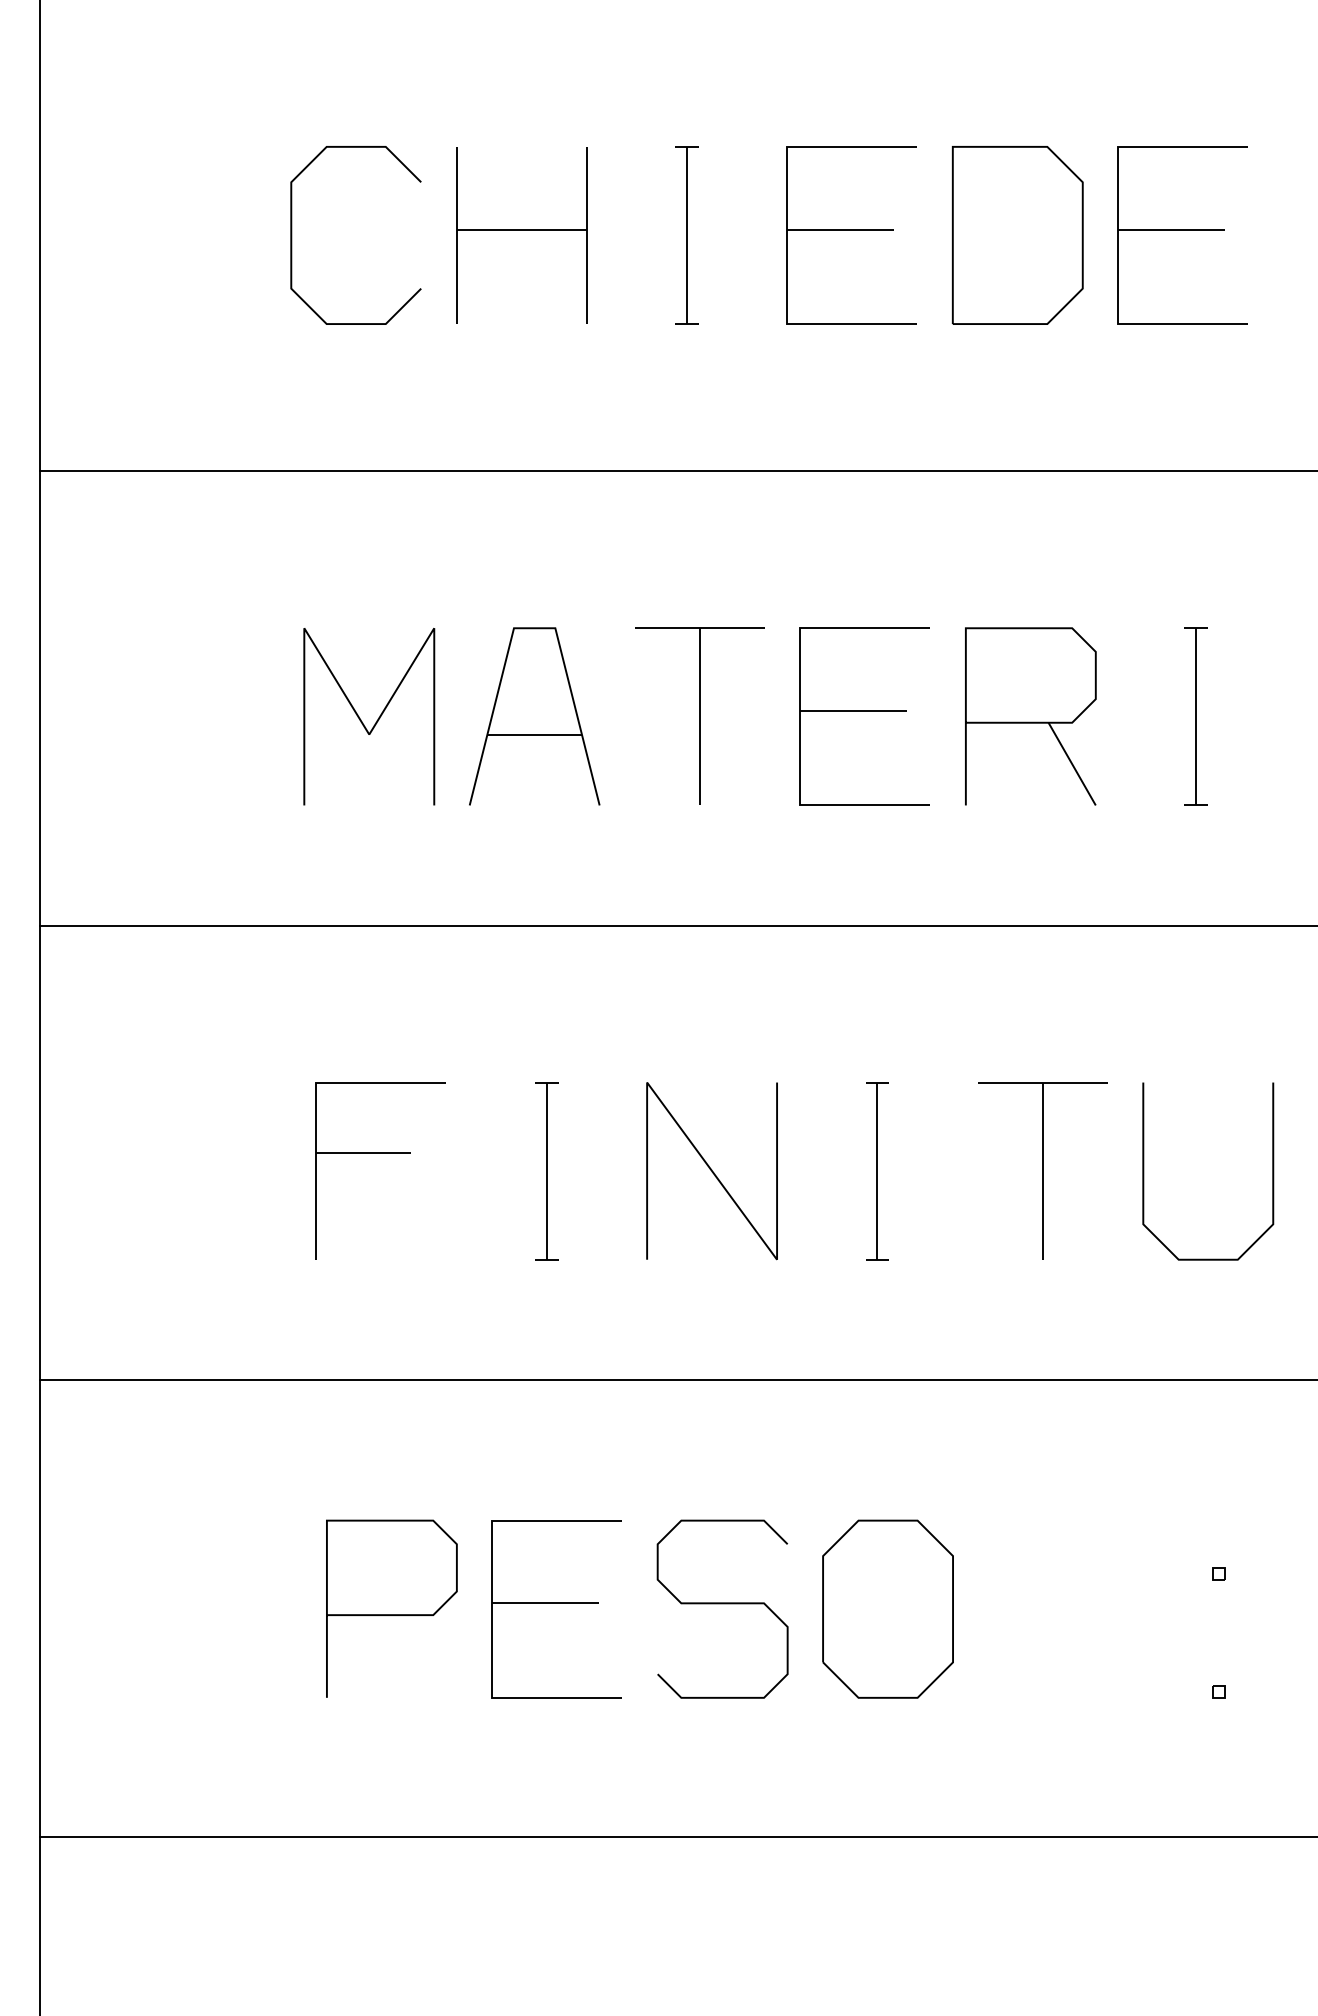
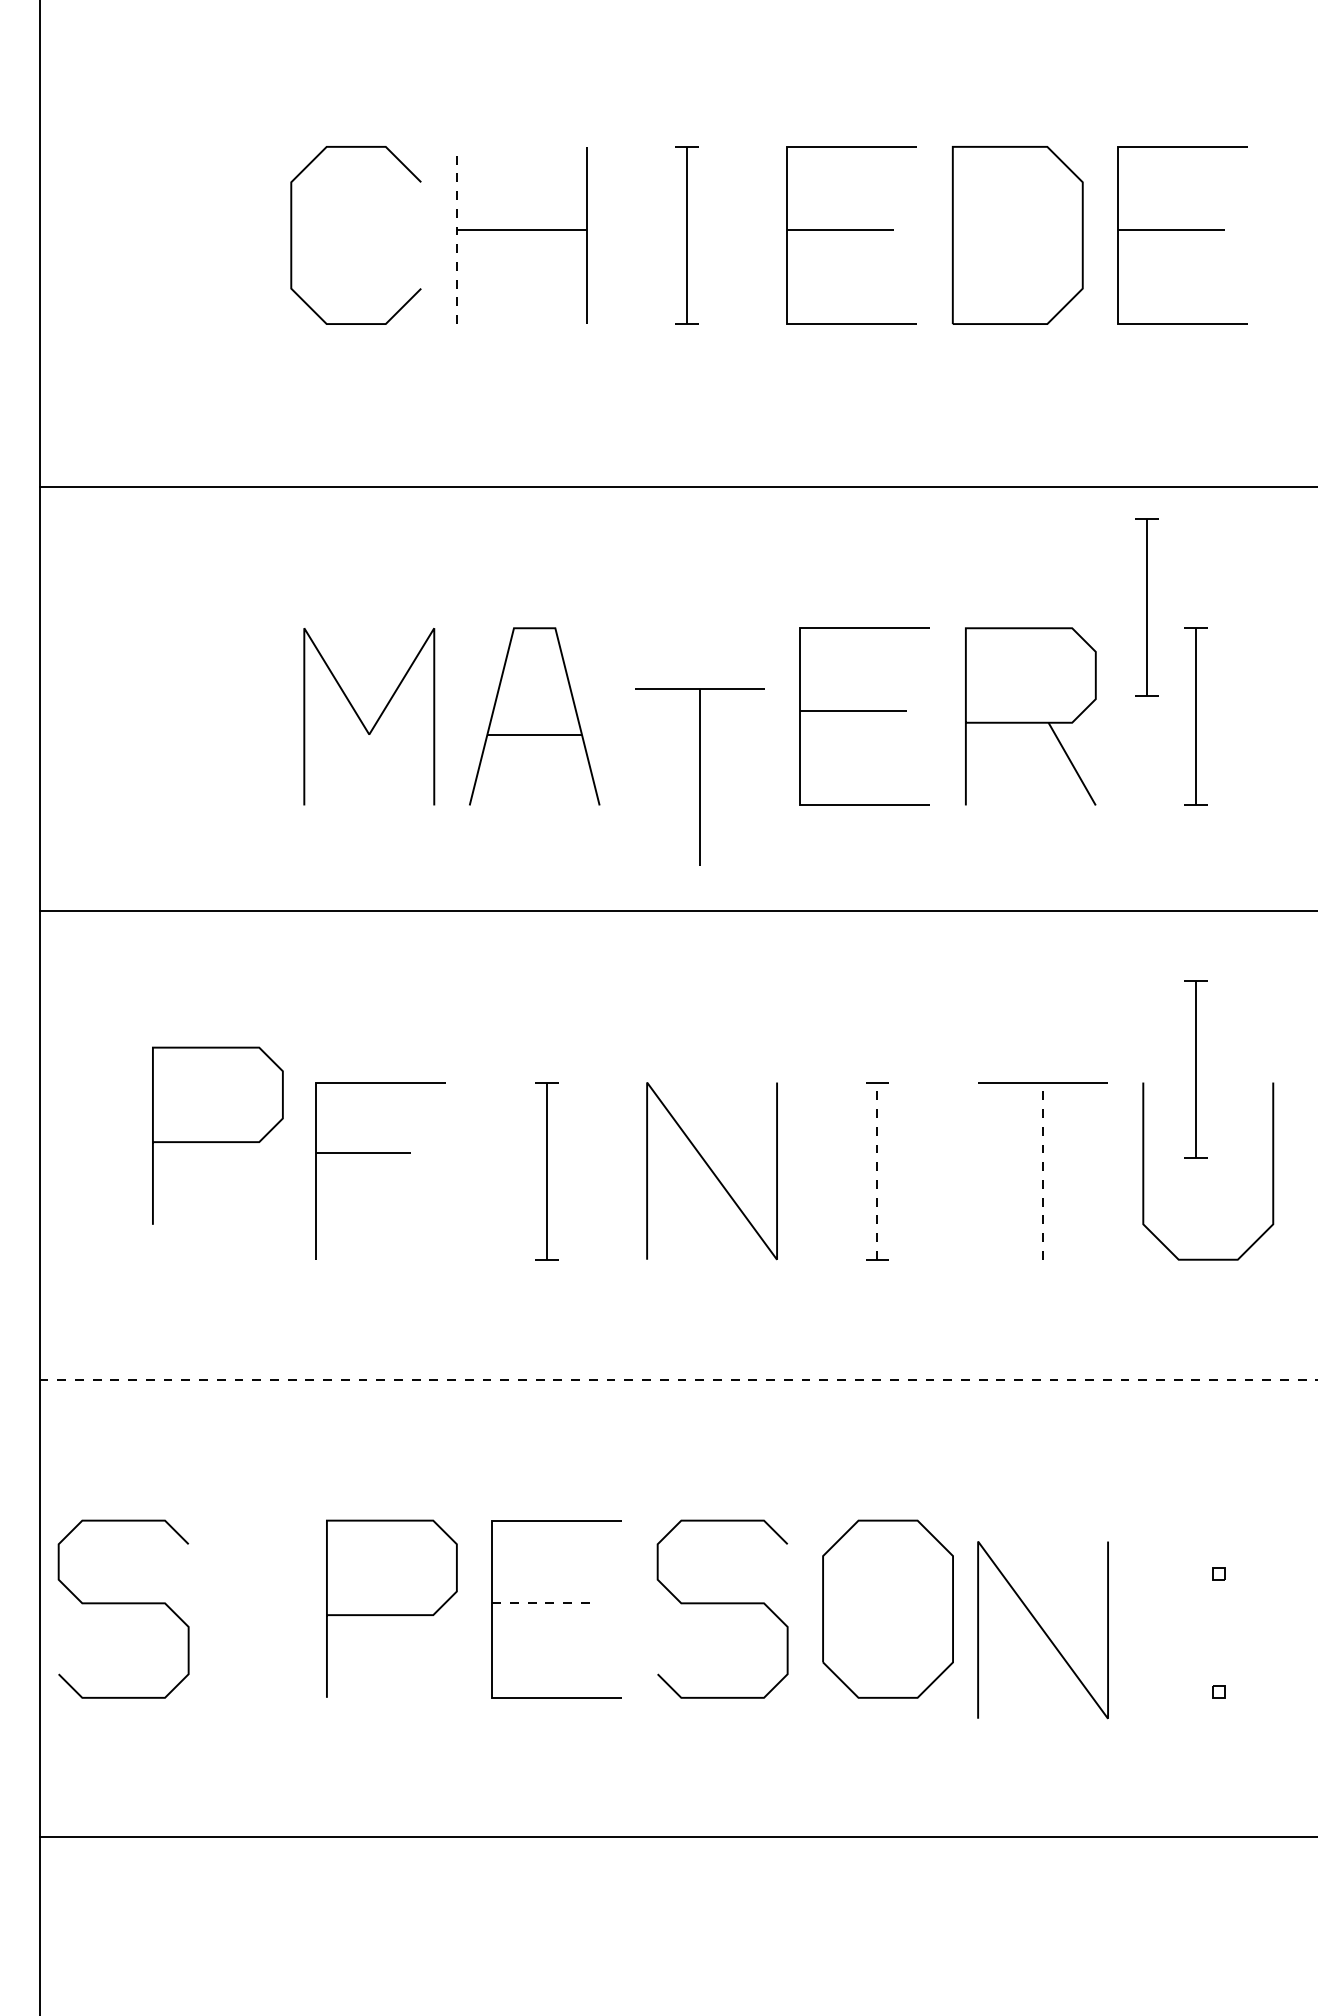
line at (456, 235): solid -> dashed
line at (676, 471) position: (676, 471) -> (676, 487)
part at (1146, 607): none -> present
part at (699, 715) position: (699, 715) -> (699, 776)
line at (676, 925) position: (676, 925) -> (676, 910)
part at (1195, 1069): none -> present
curve at (217, 1141): none -> present
line at (877, 1171): solid -> dashed
line at (1042, 1171): solid -> dashed
line at (678, 1380): solid -> dashed
line at (545, 1603): solid -> dashed
curve at (123, 1604): none -> present
line at (1042, 1630): none -> present
